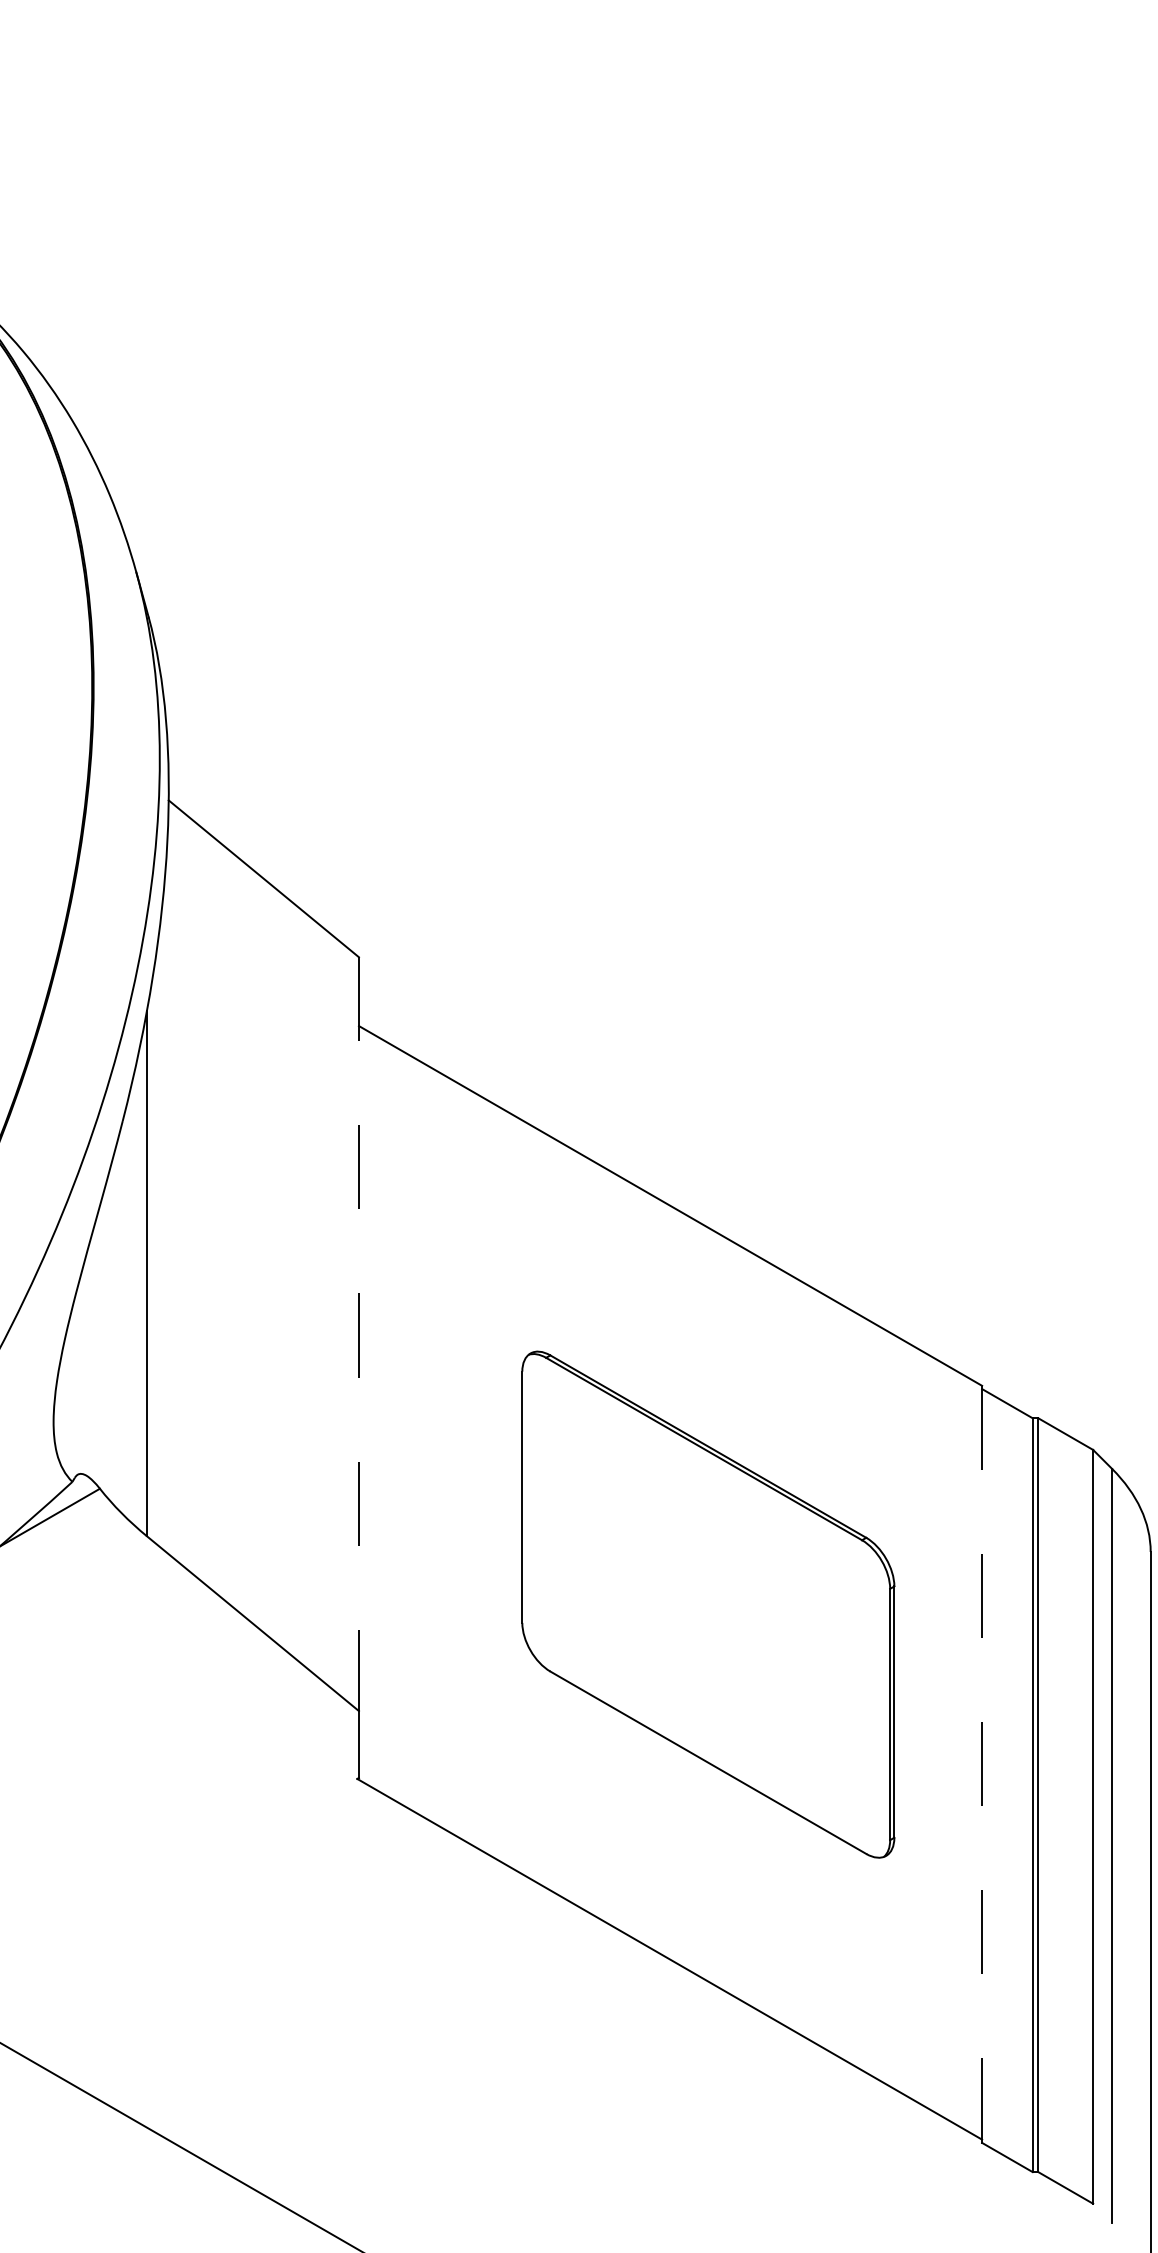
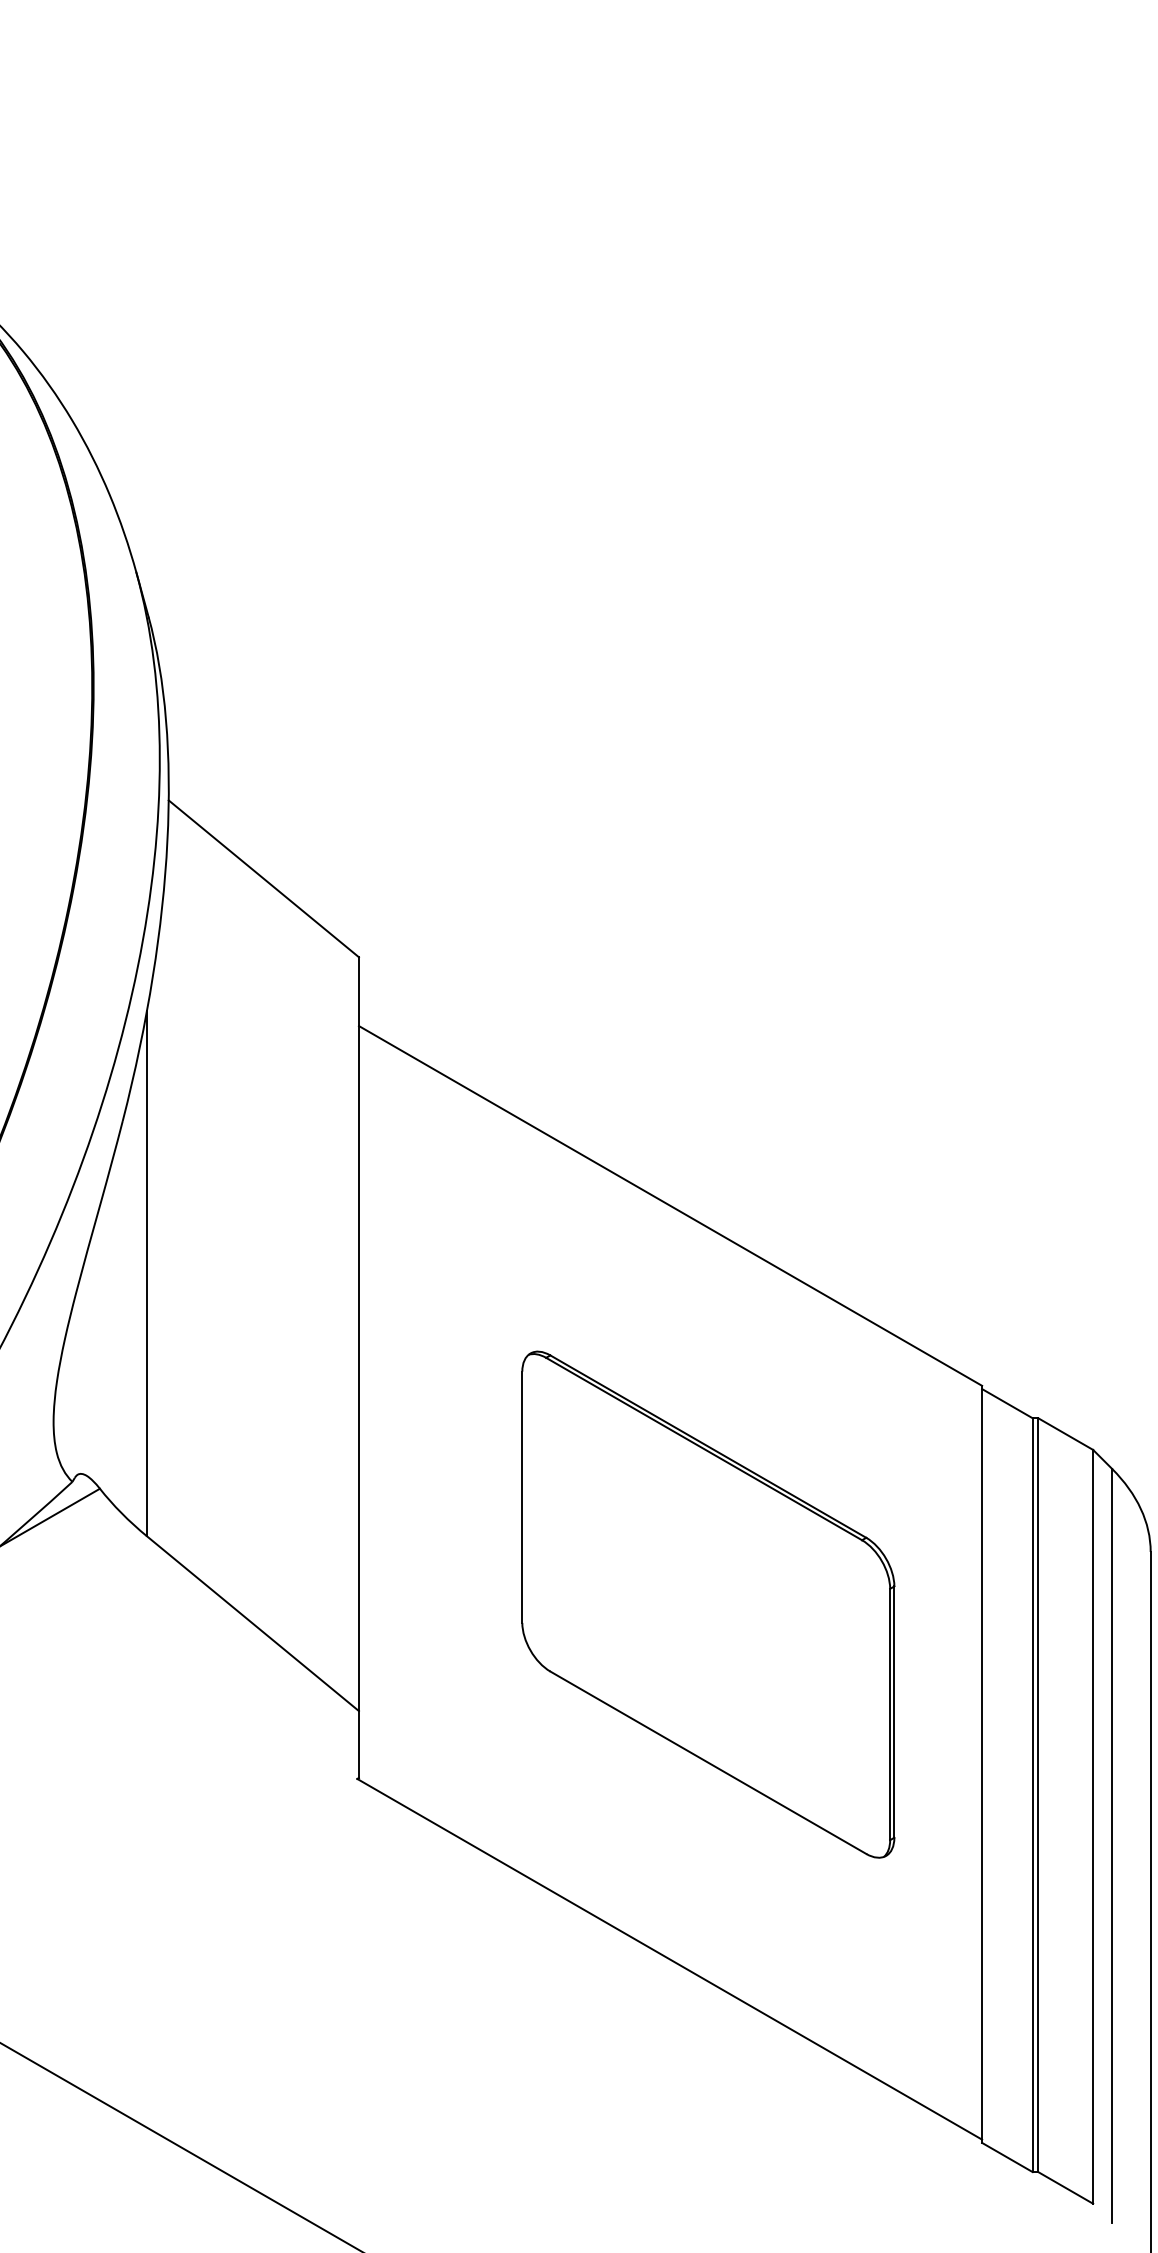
line at (358, 1334): dashed -> solid
line at (982, 1762): dashed -> solid
